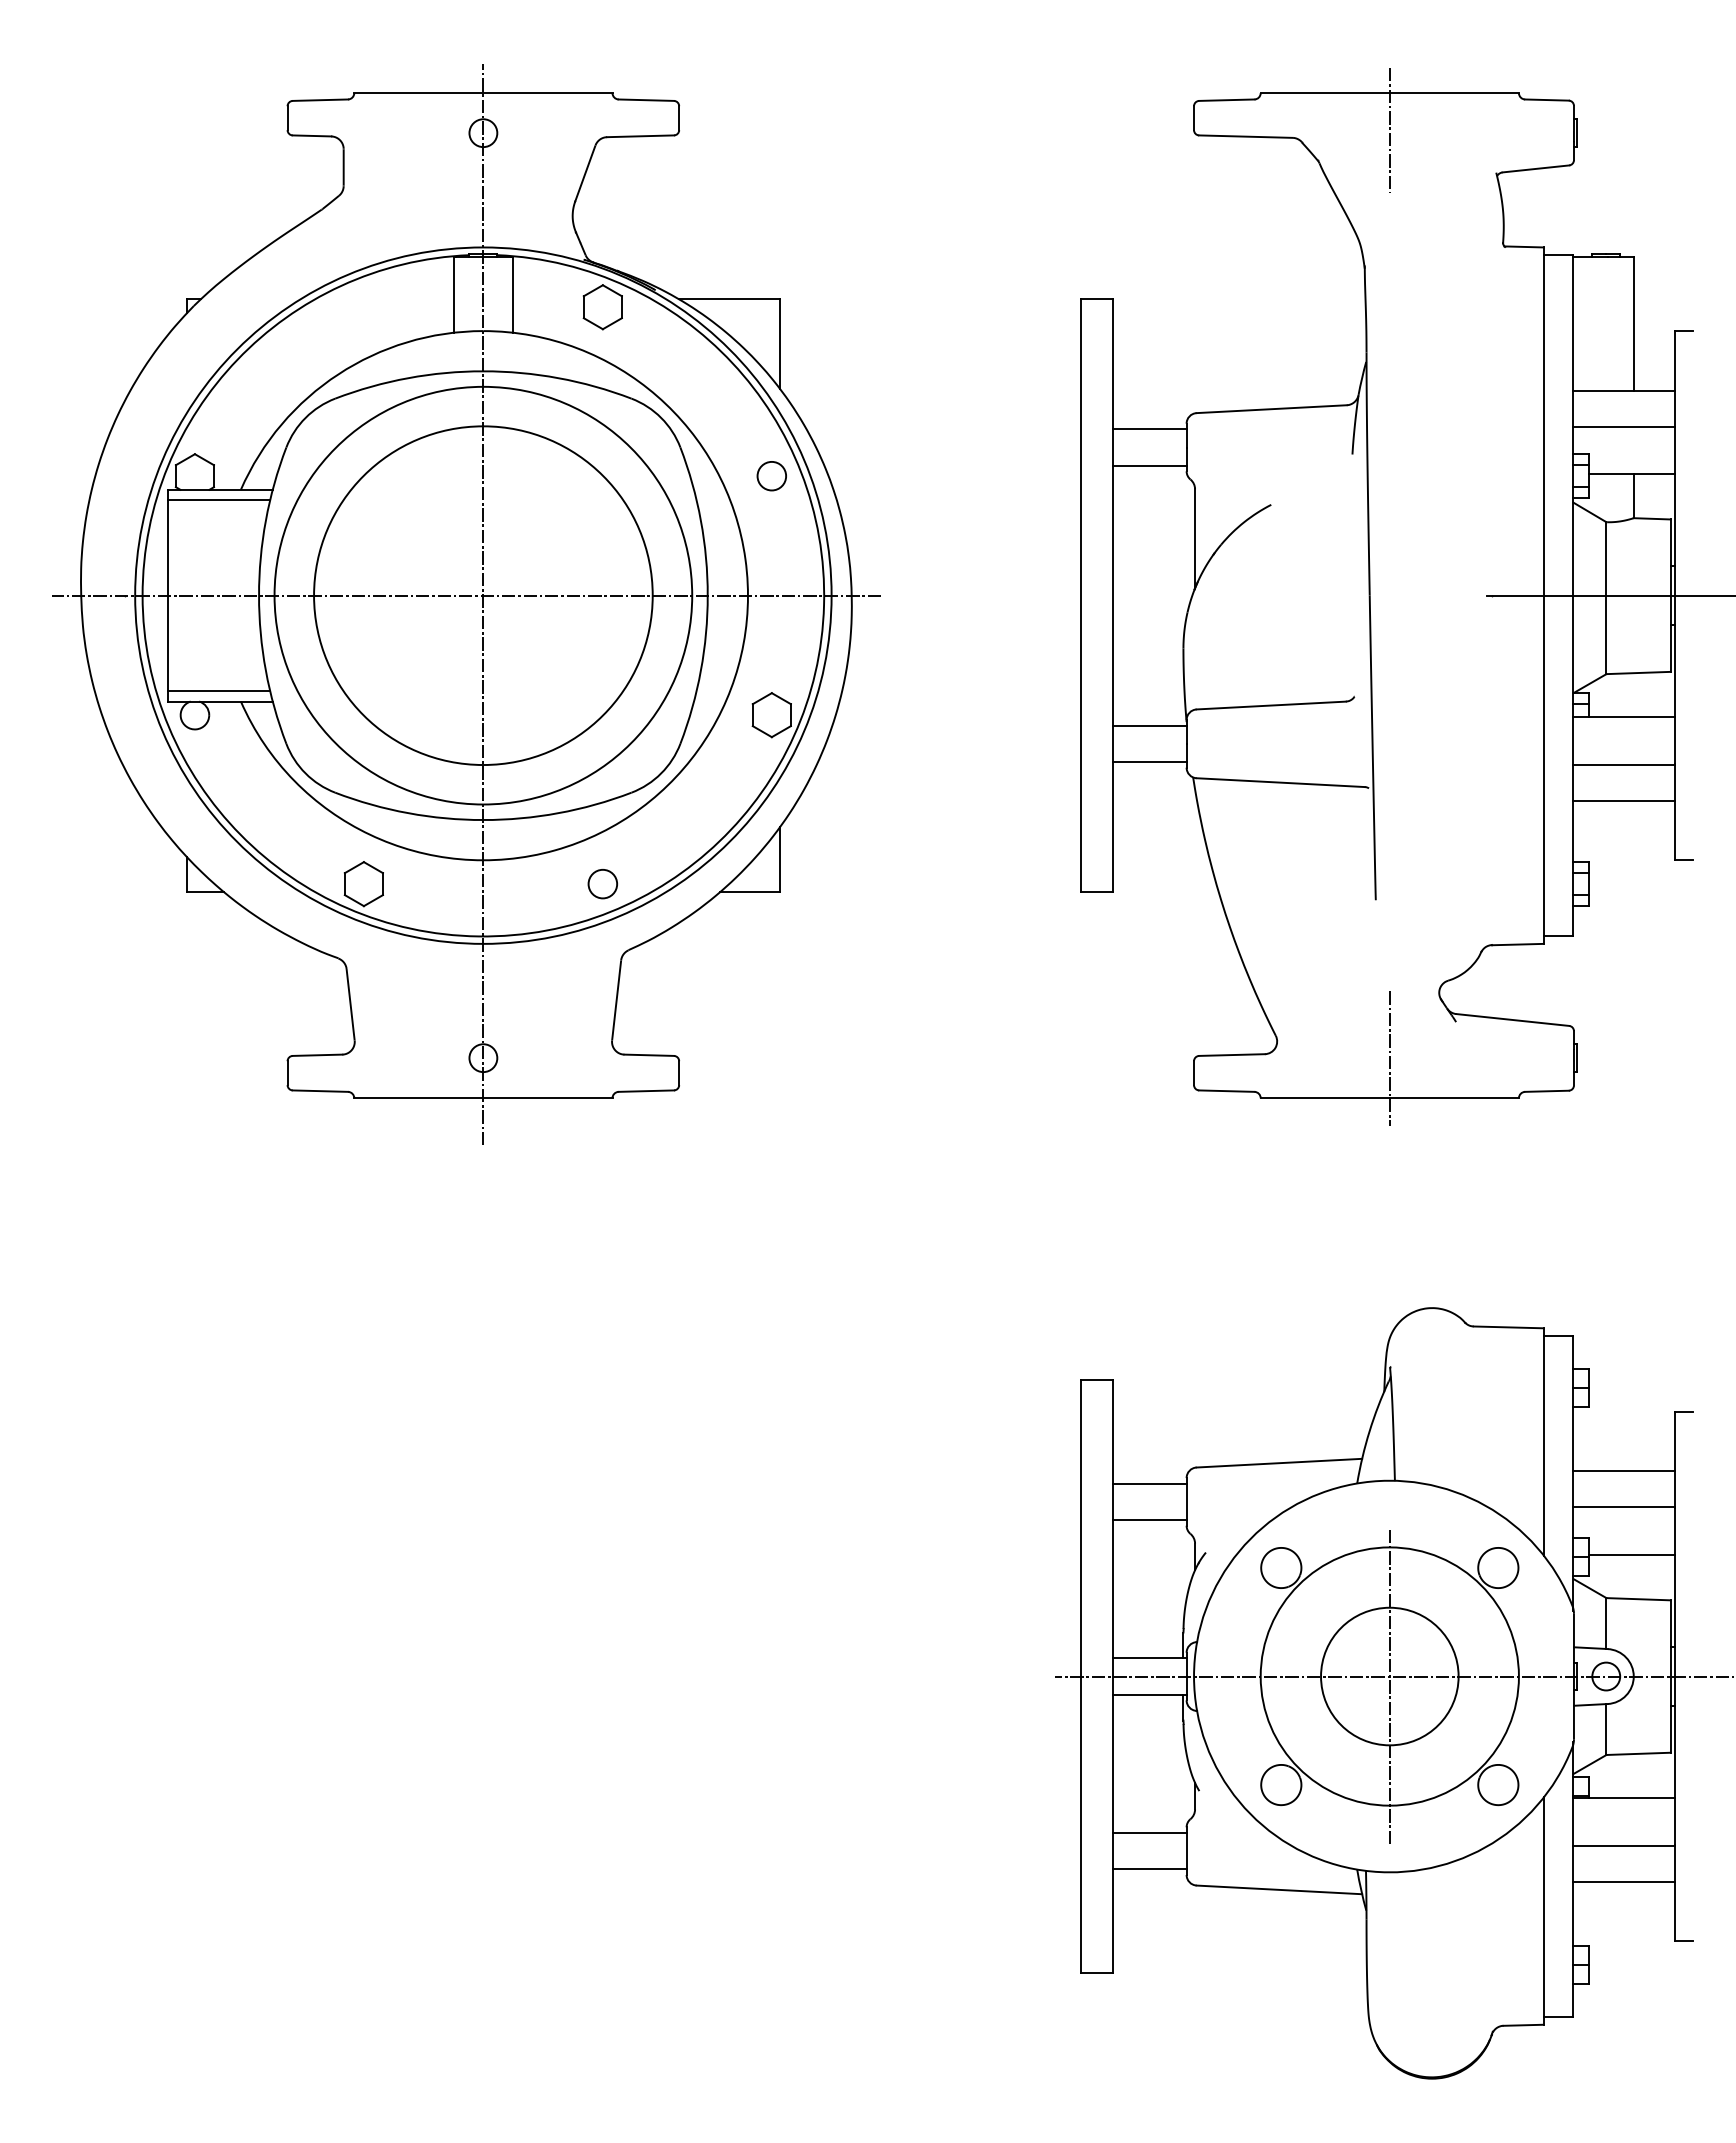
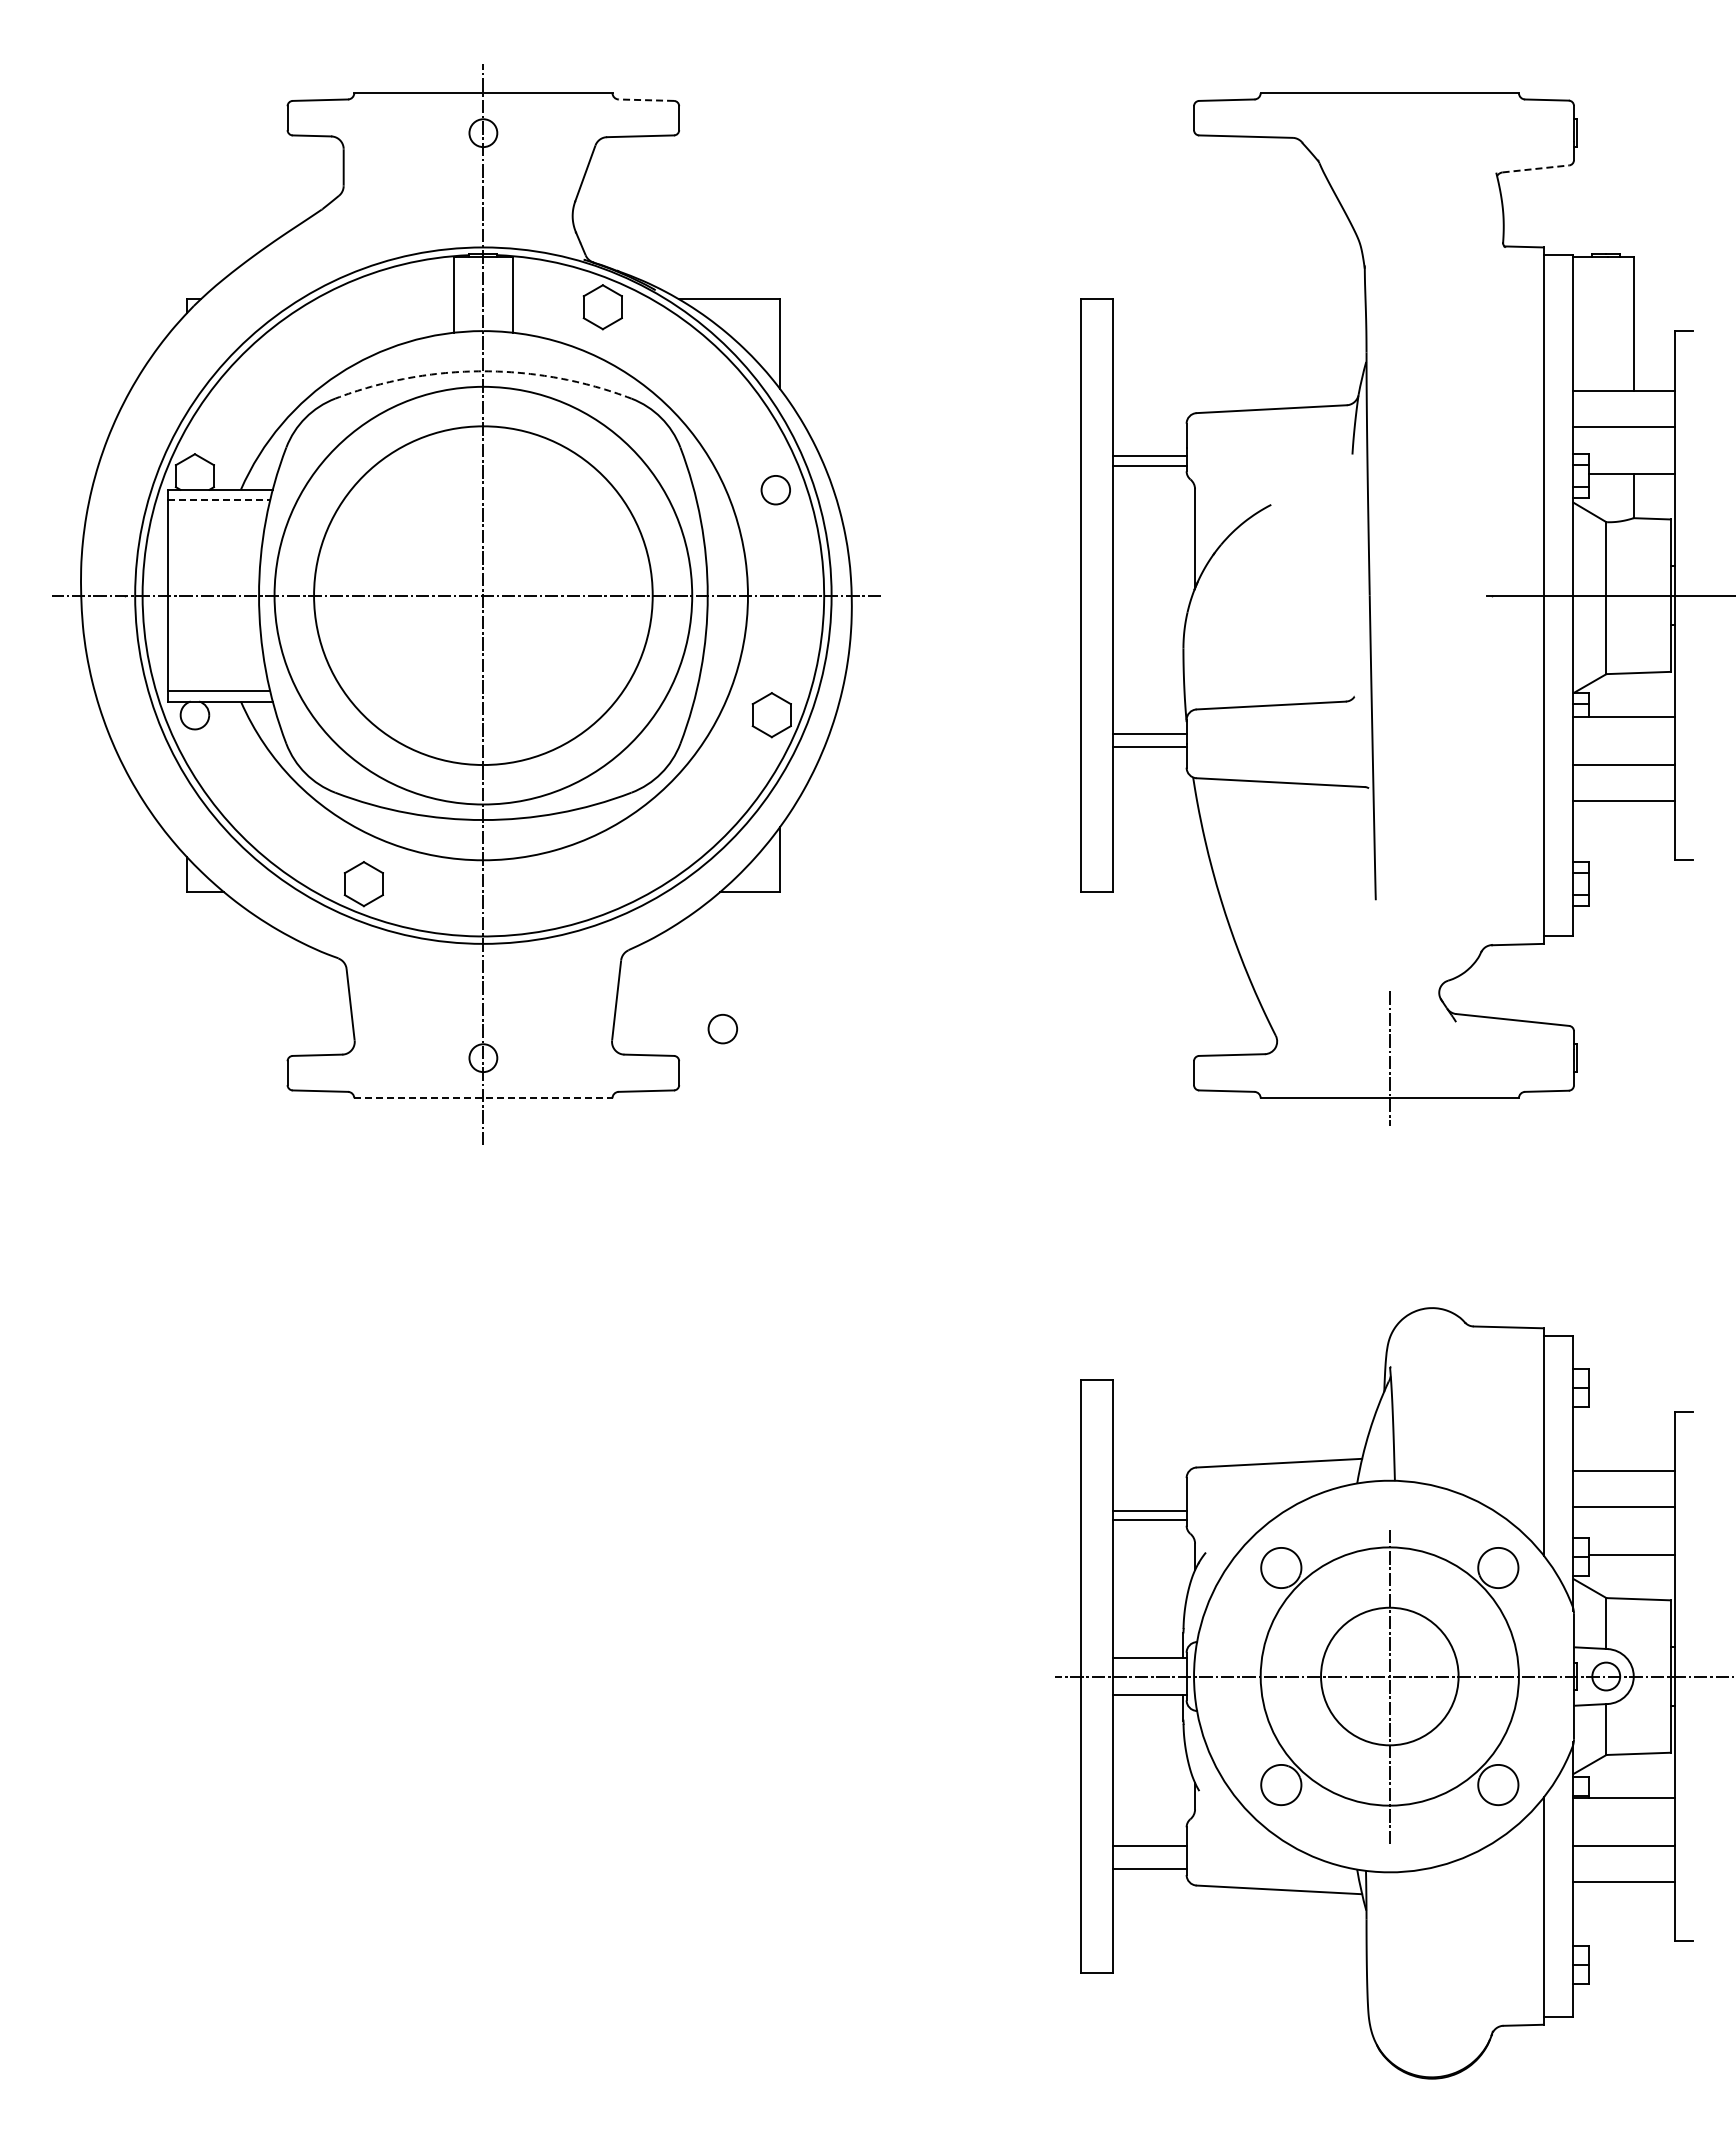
line at (646, 100): solid -> dashed
line at (1389, 130): present -> none
line at (1536, 168): solid -> dashed
arc at (483, 371): solid -> dashed
line at (1149, 429) position: (1149, 429) -> (1149, 456)
circle at (771, 476) position: (771, 476) -> (775, 490)
line at (219, 500): solid -> dashed
line at (1149, 725) position: (1149, 725) -> (1149, 746)
line at (1149, 762) position: (1149, 762) -> (1149, 734)
circle at (602, 884) position: (602, 884) -> (722, 1029)
line at (483, 1098): solid -> dashed
line at (1149, 1483) position: (1149, 1483) -> (1149, 1510)
line at (1149, 1832) position: (1149, 1832) -> (1149, 1845)
